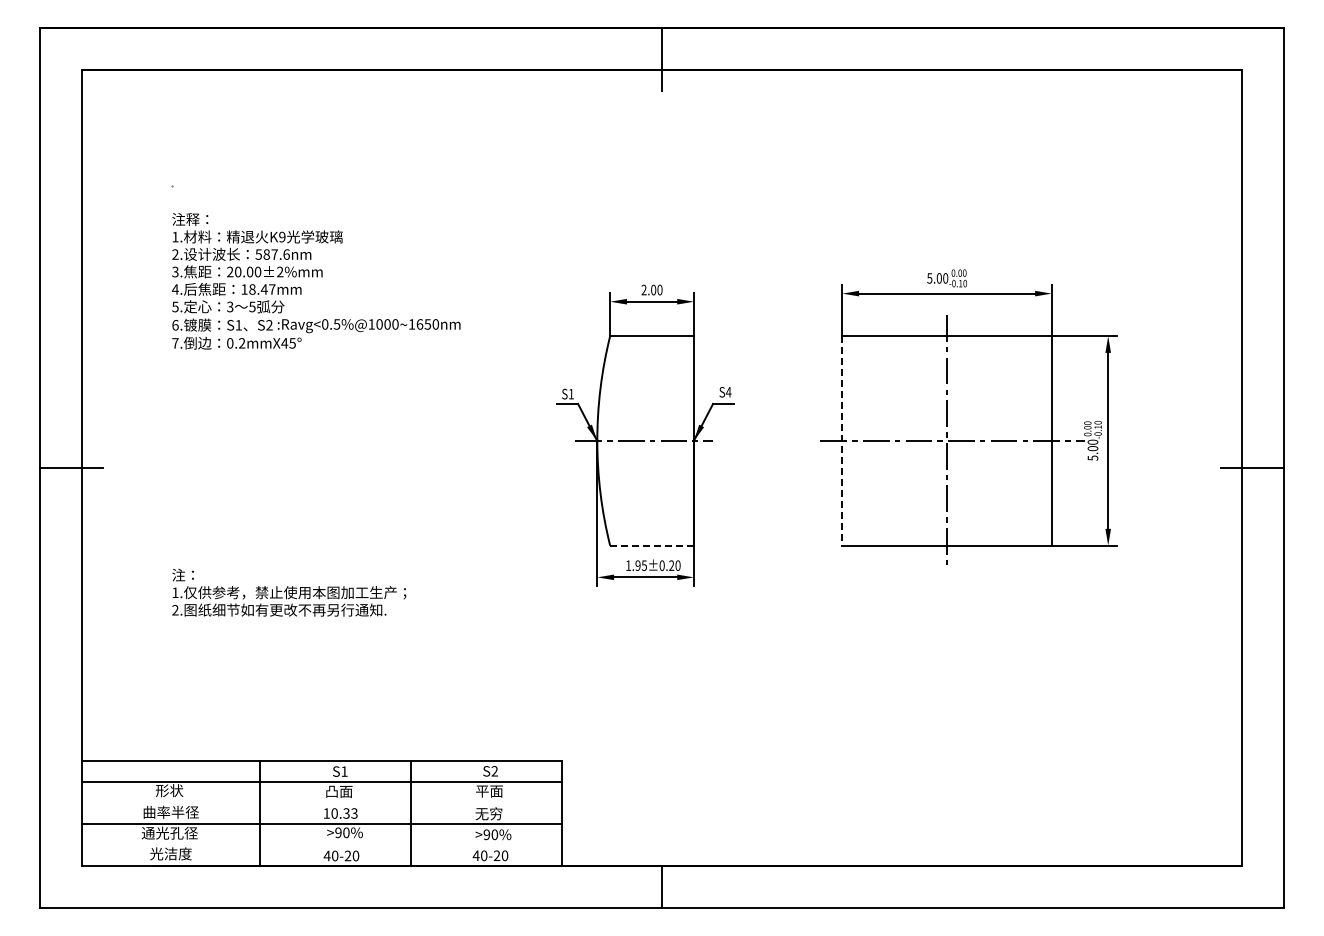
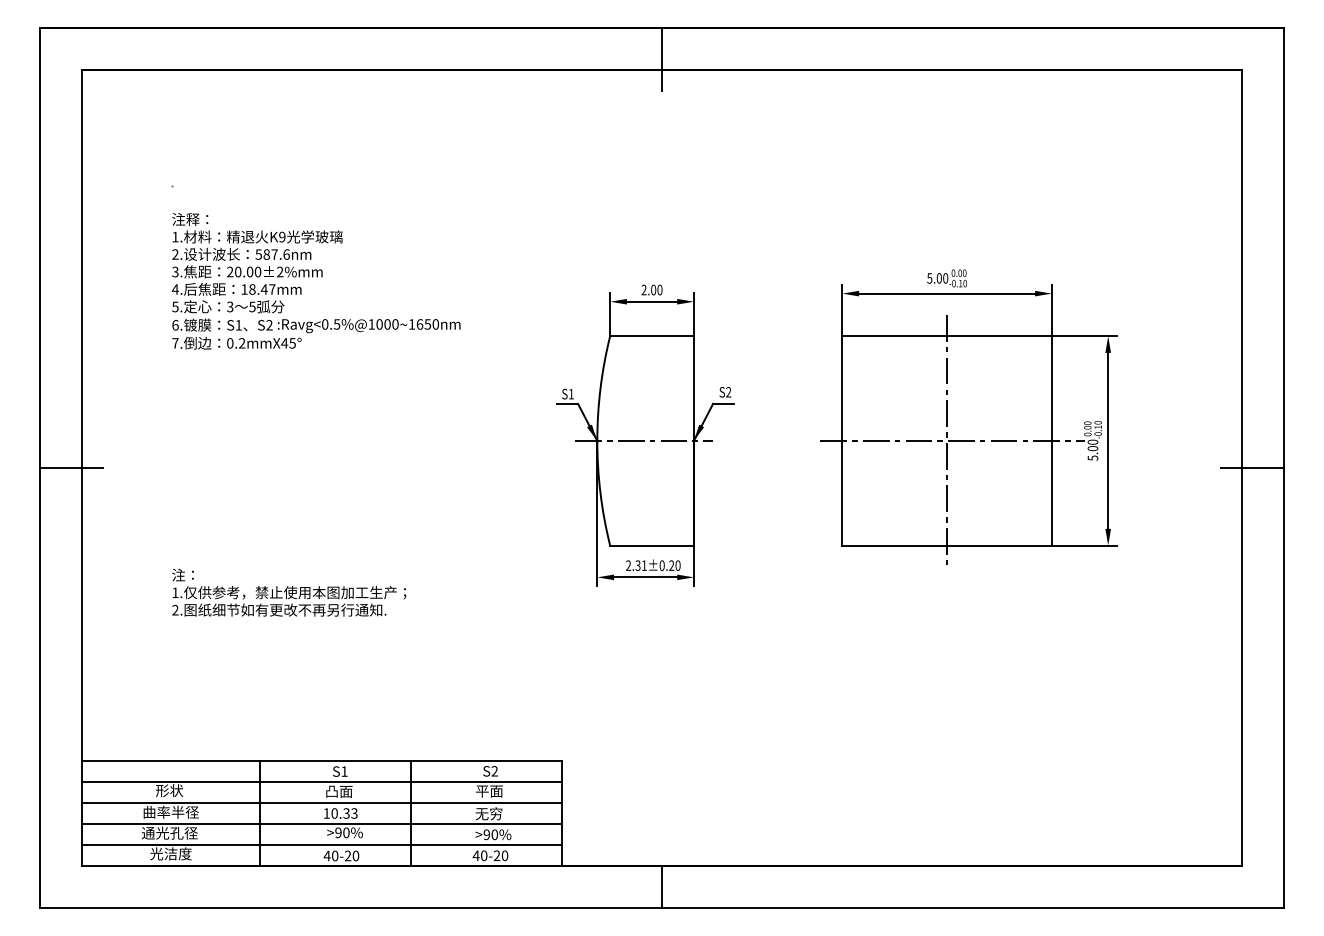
text at (728, 391): S4 -> S2
line at (842, 440): dashed -> solid
line at (652, 545): dashed -> solid
text at (636, 565): 1.95±0.20 -> 2.31±0.20
line at (321, 803): none -> present
line at (321, 845): none -> present
